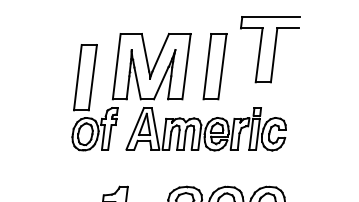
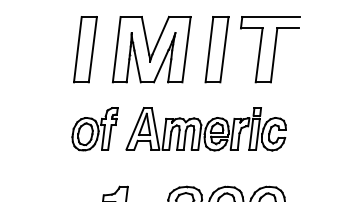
part at (151, 66) position: (151, 66) -> (151, 49)
part at (214, 66) position: (214, 66) -> (216, 49)
part at (85, 77) position: (85, 77) -> (85, 49)
